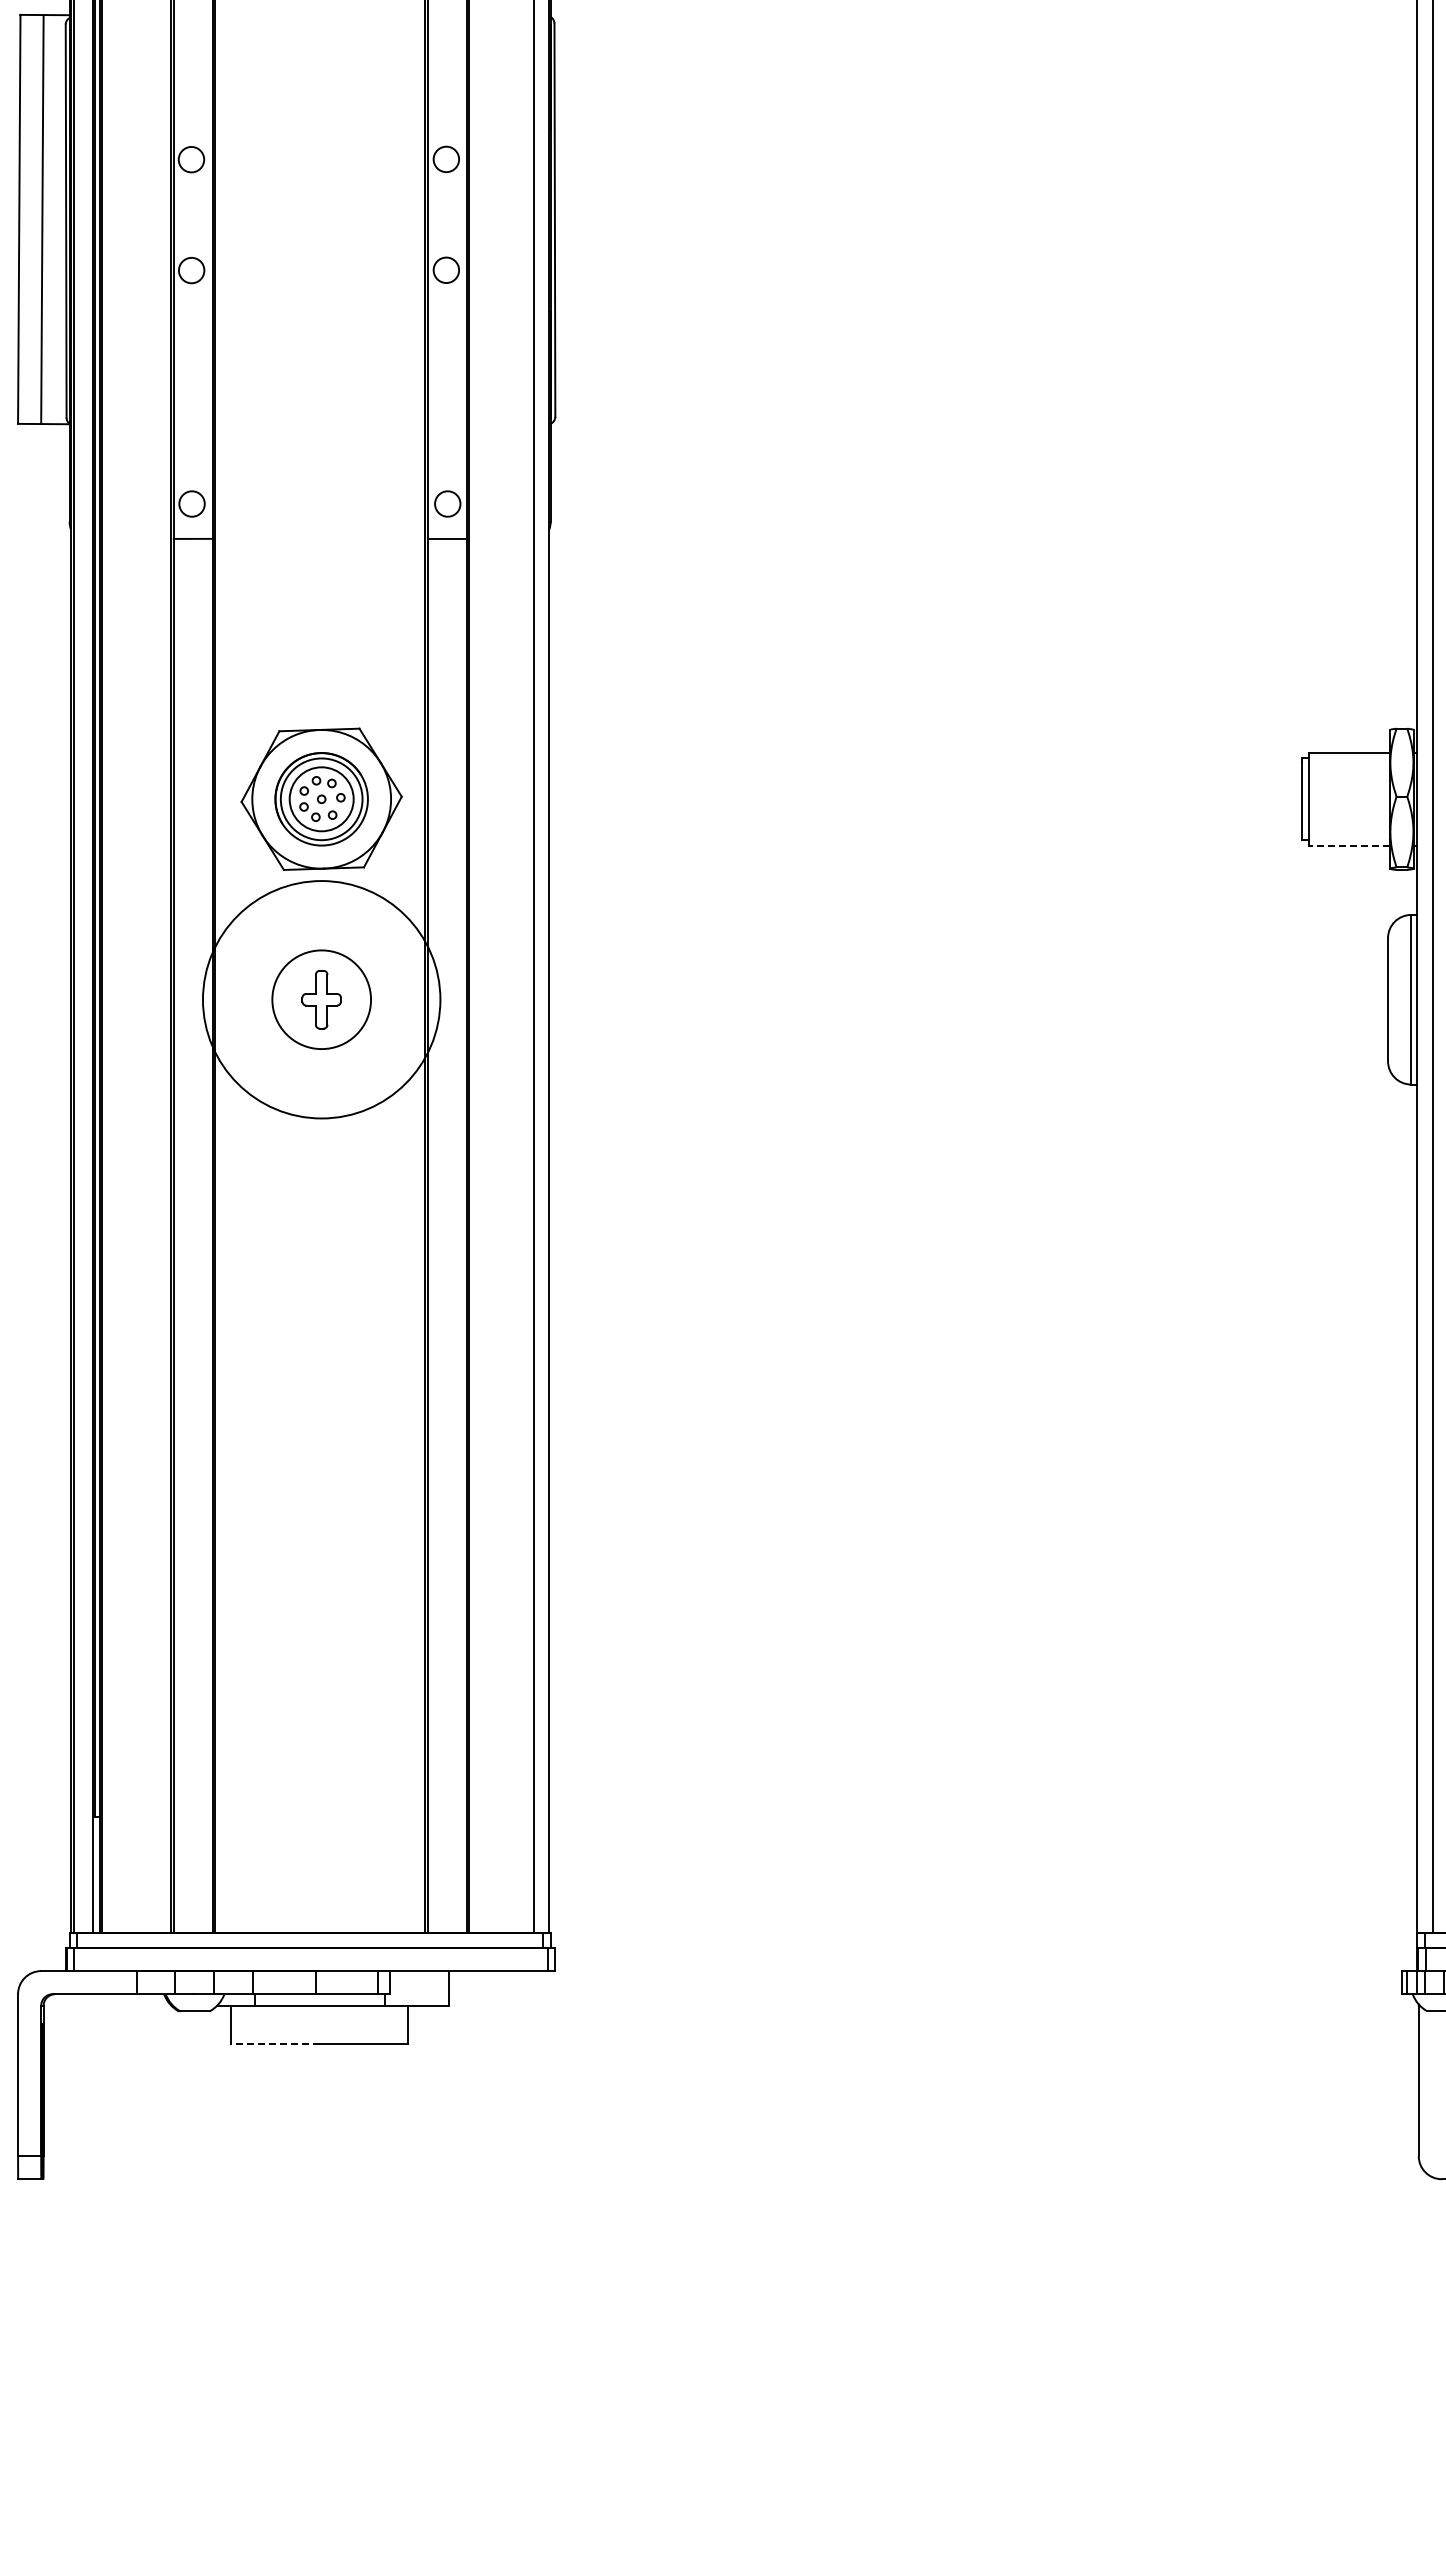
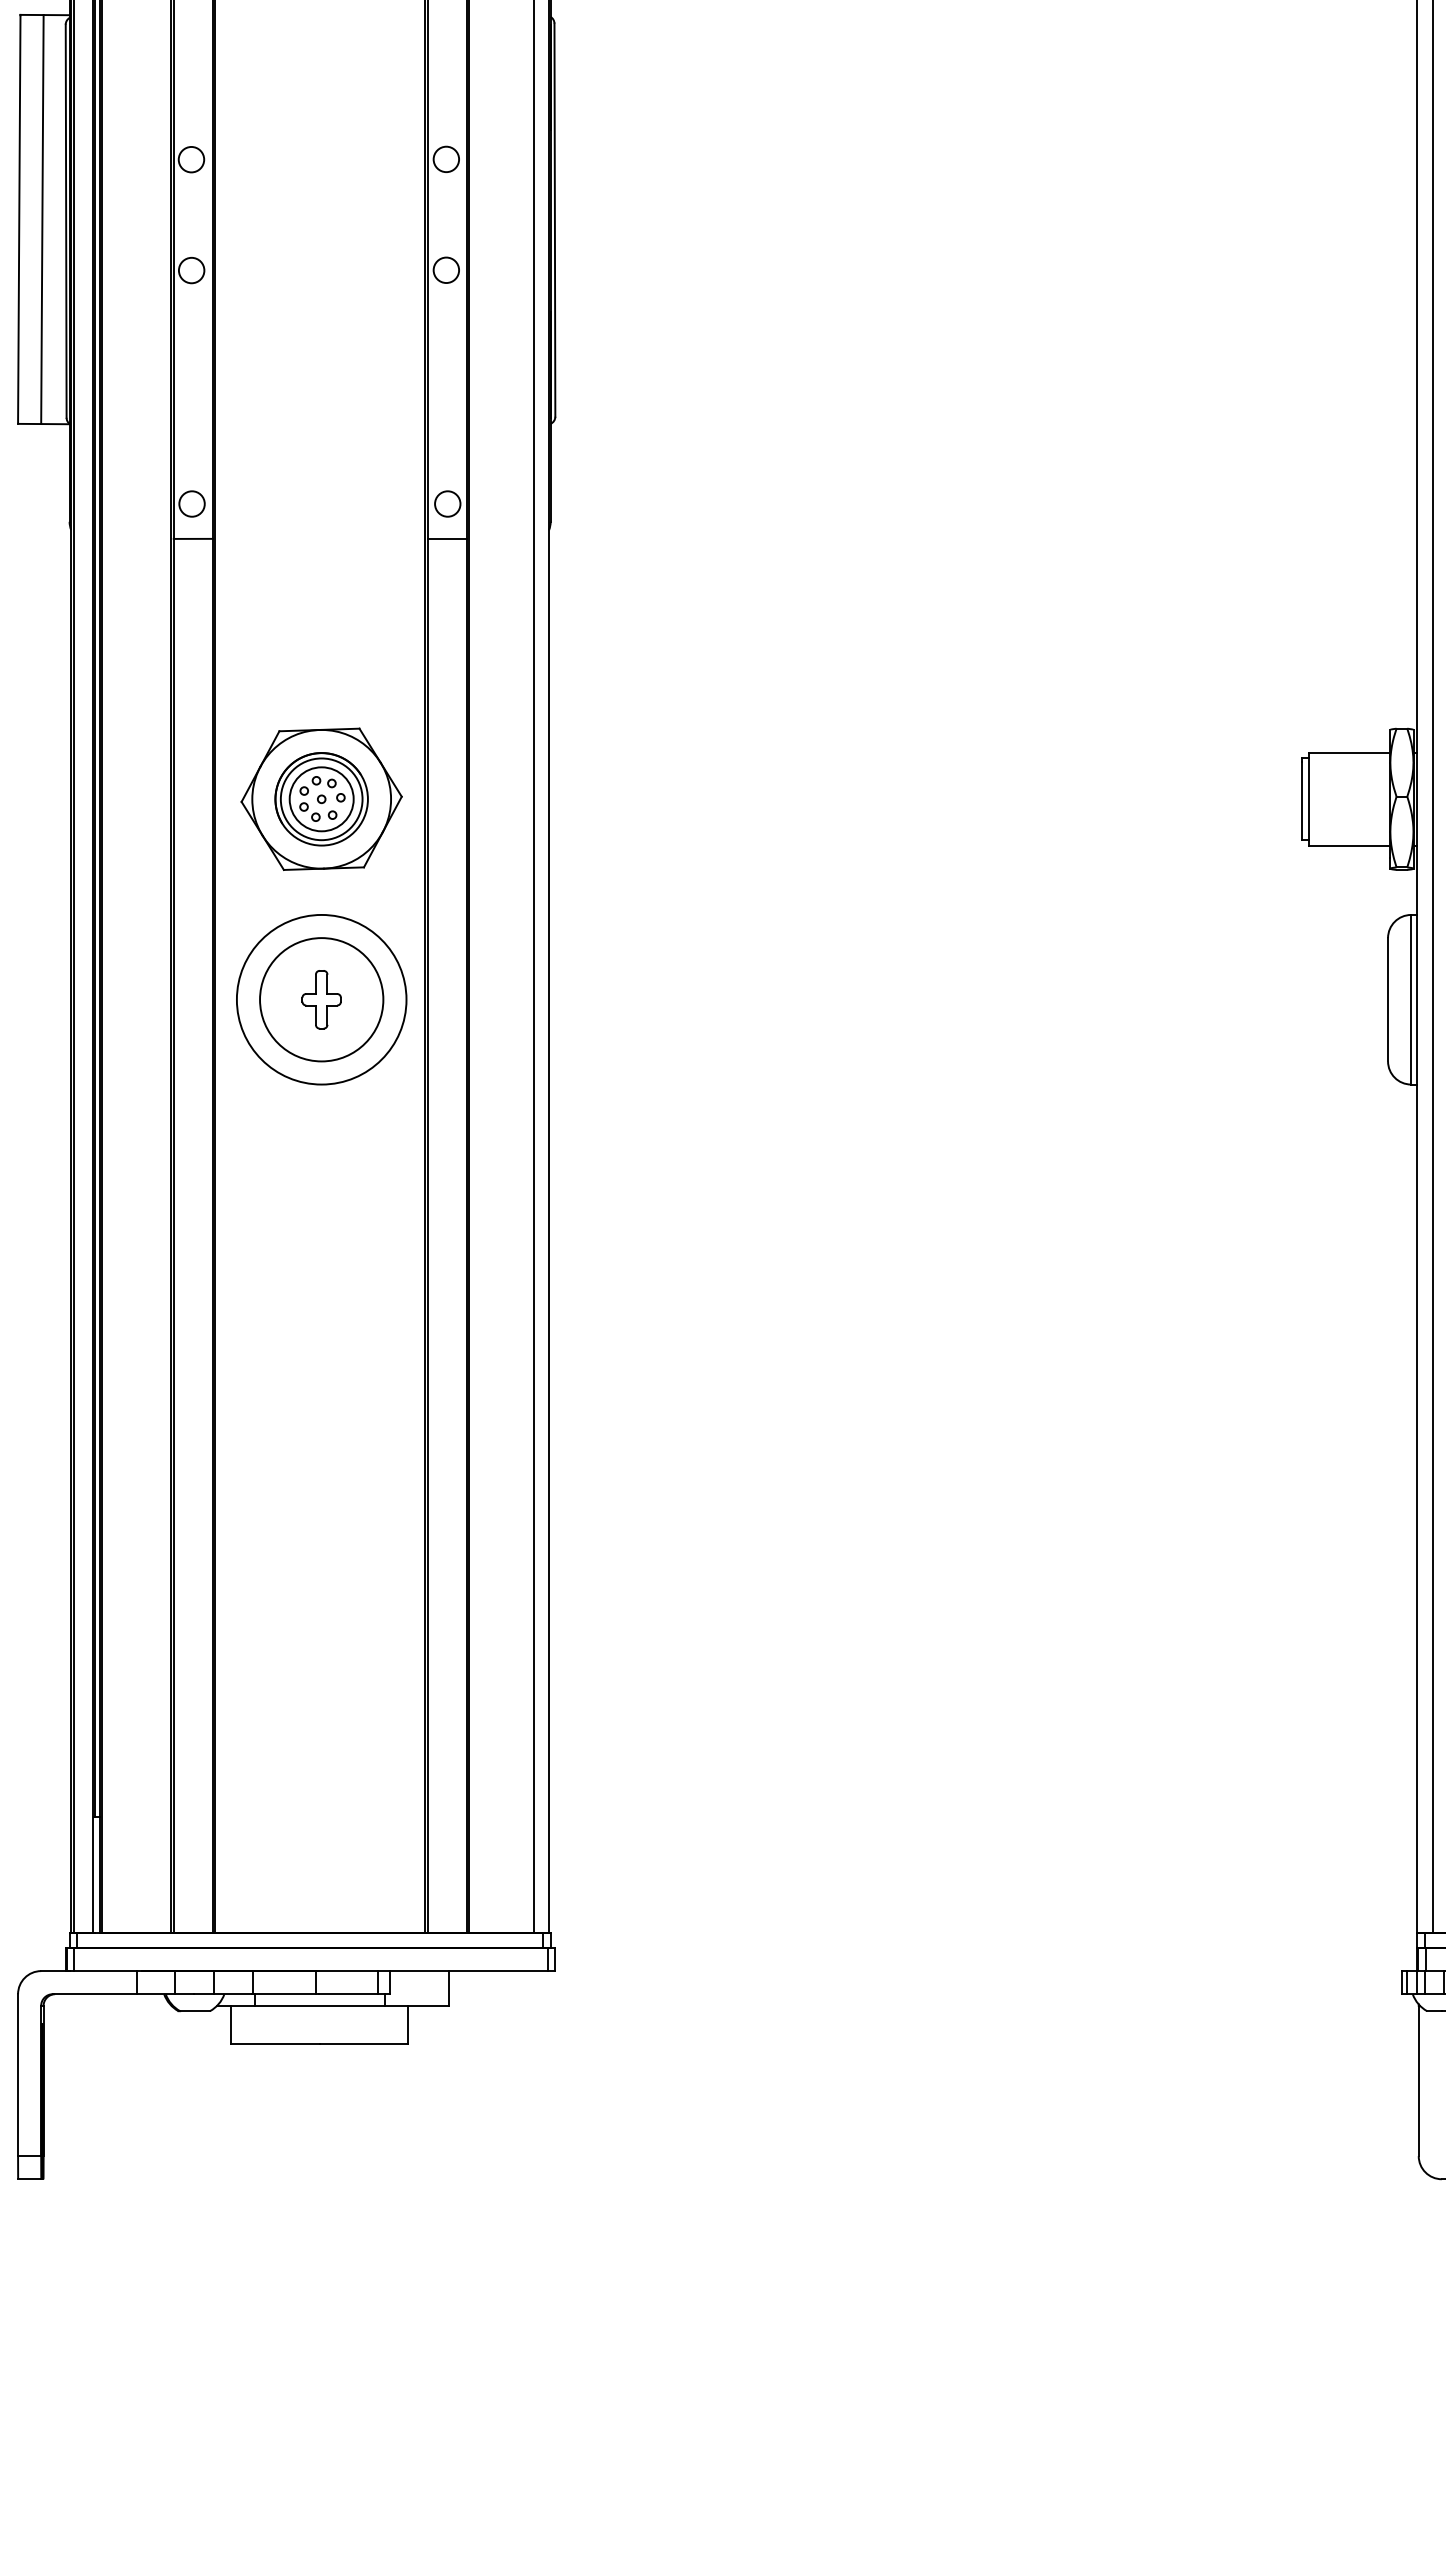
line at (1349, 845): dashed -> solid
circle at (321, 999) diameter: 237 px -> 170 px
circle at (321, 999) diameter: 99 px -> 123 px
line at (275, 2044): dashed -> solid
